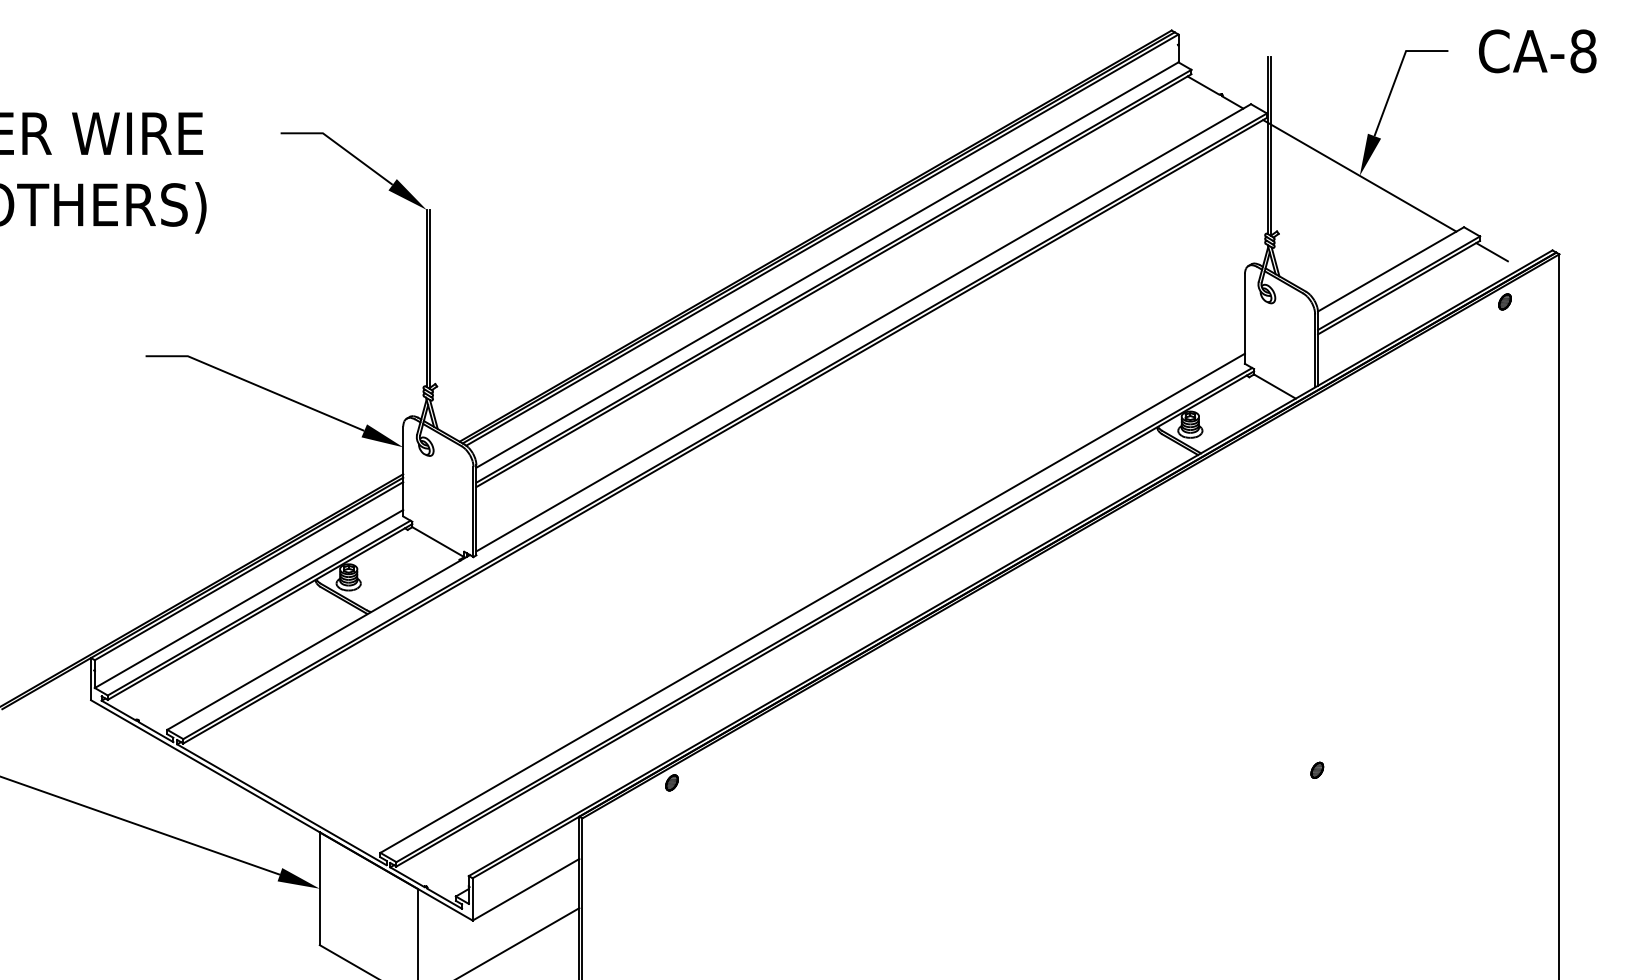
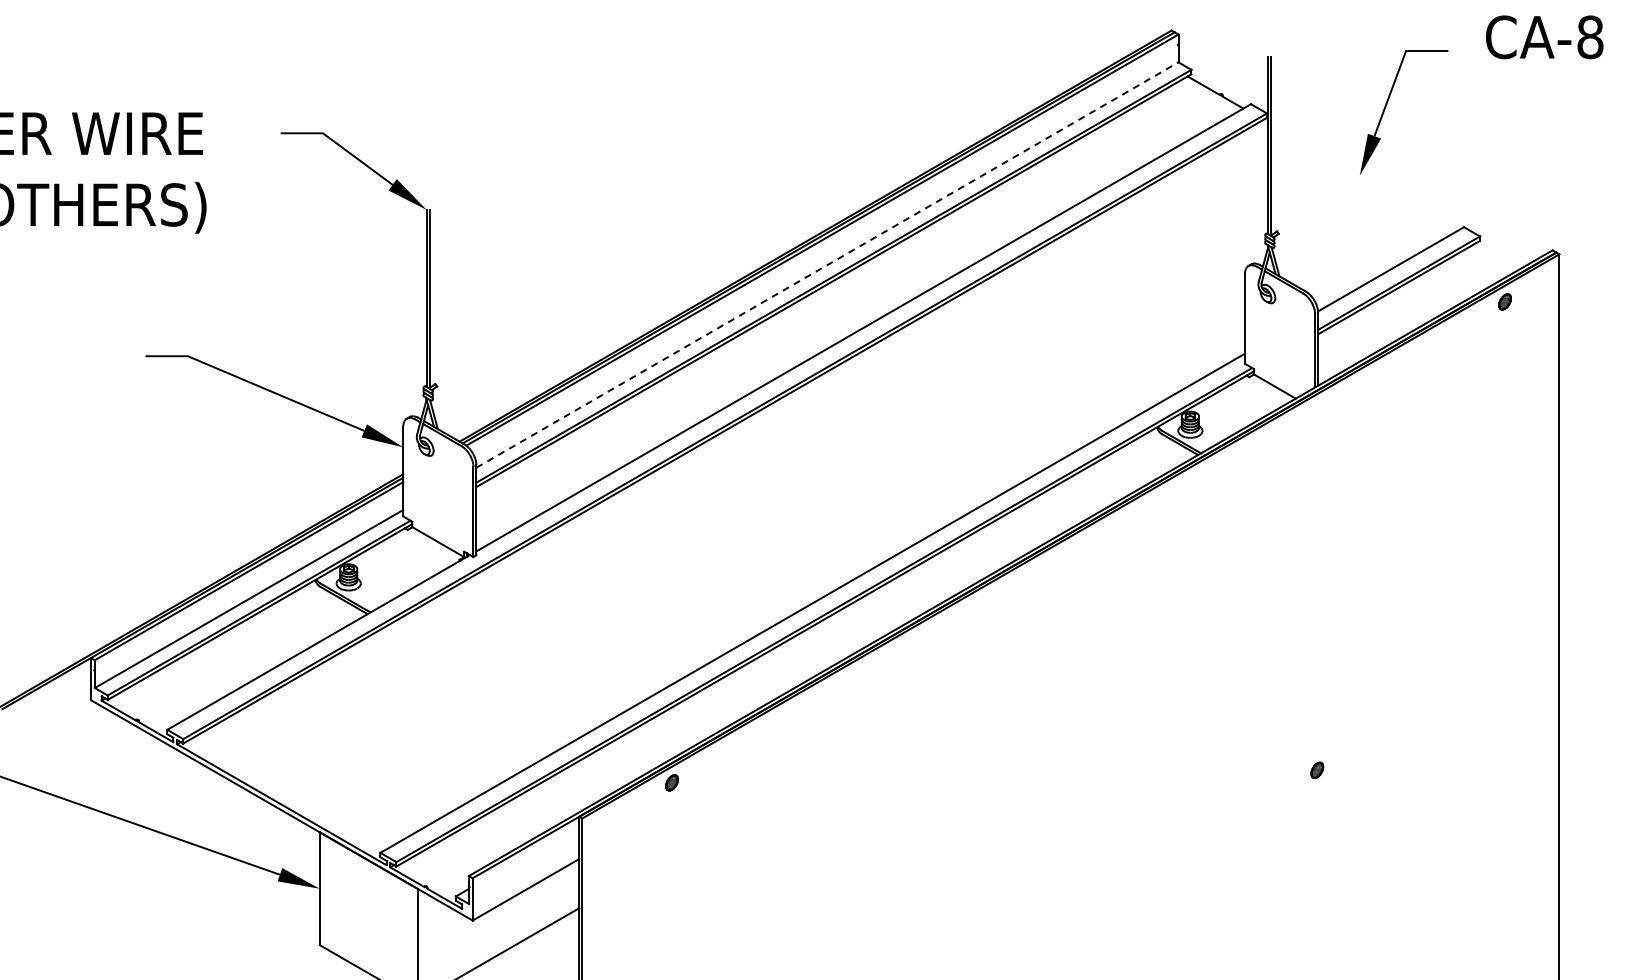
text at (1537, 51) position: (1537, 51) -> (1544, 37)
line at (1359, 175): present -> none
line at (1491, 252): present -> none
line at (827, 264): solid -> dashed
